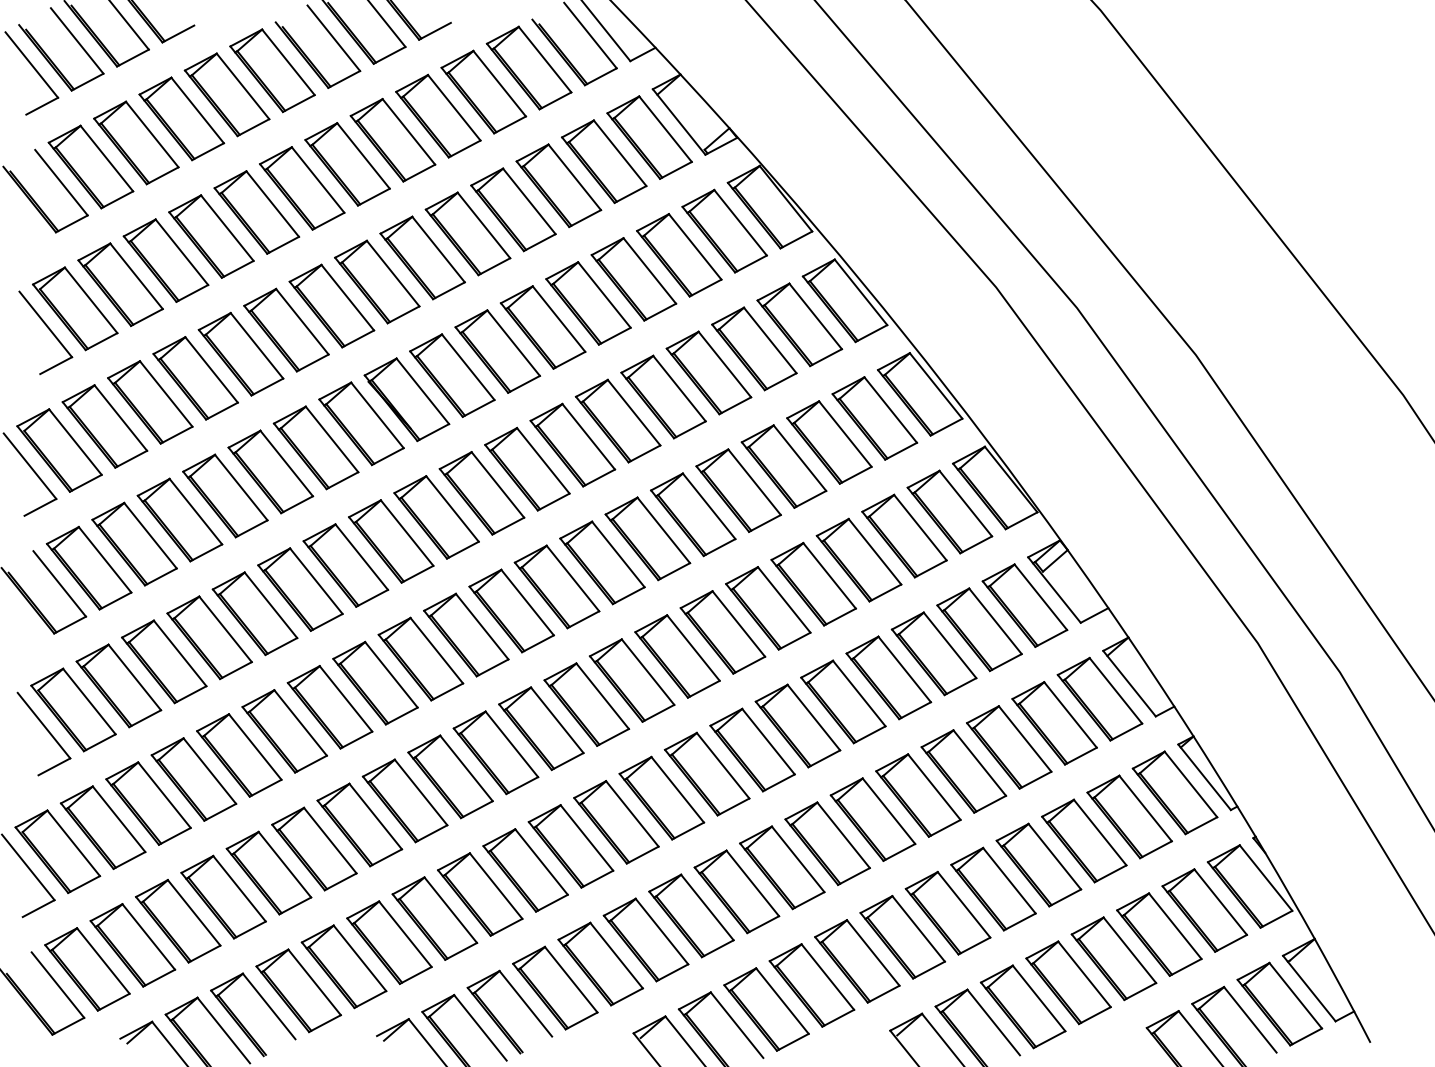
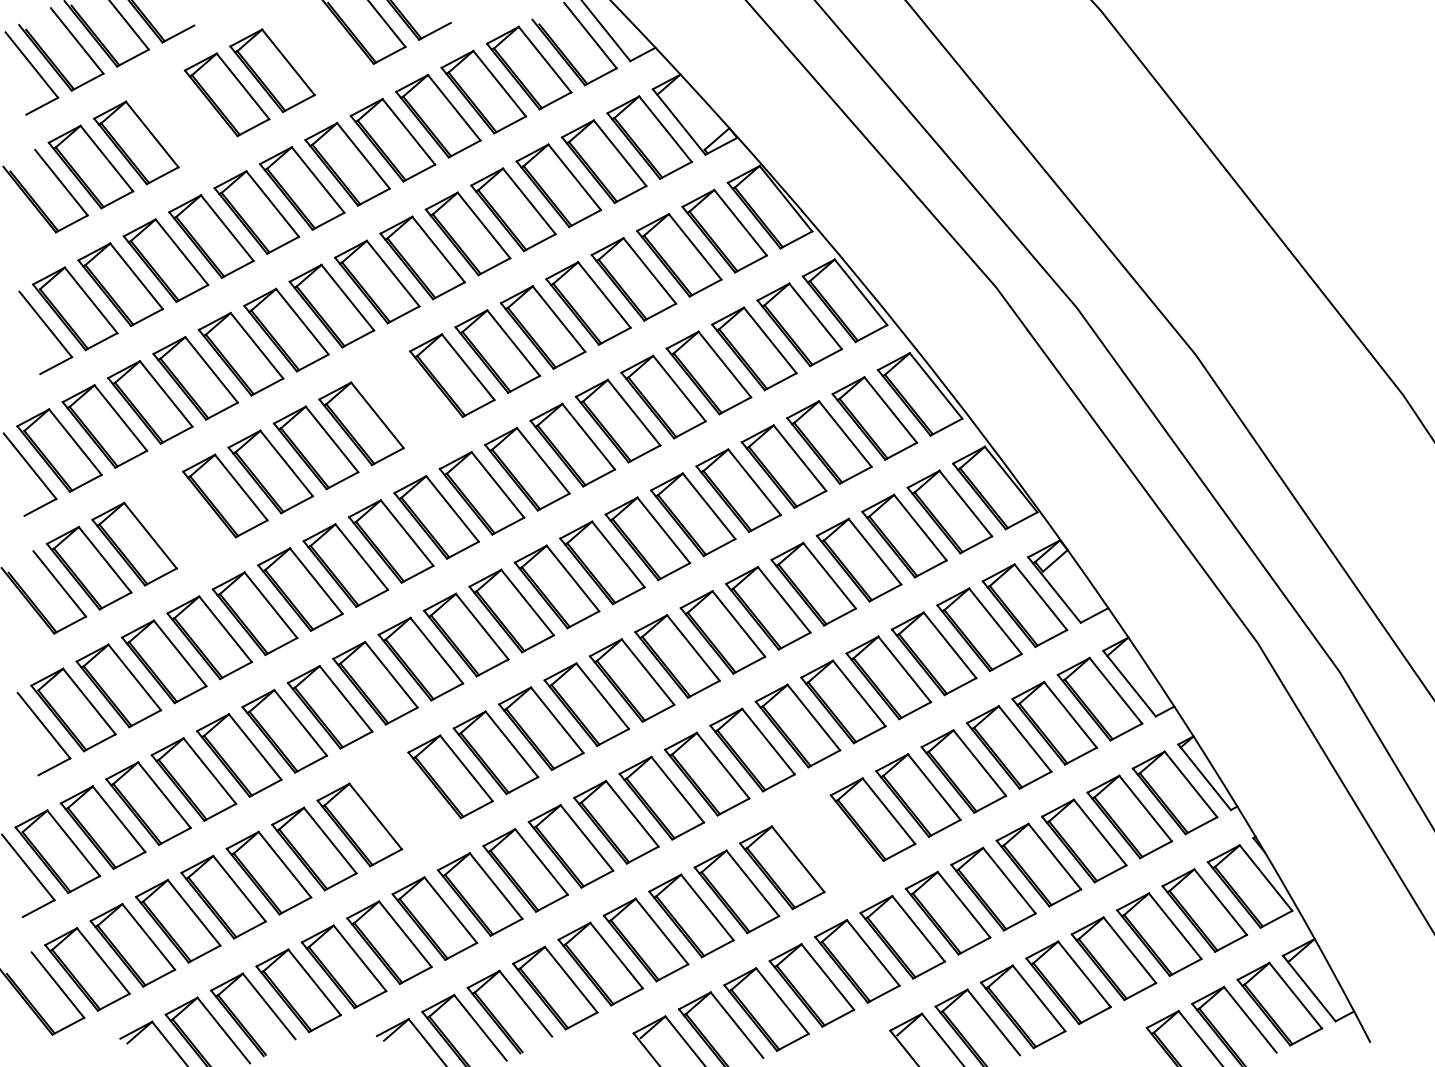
part at (305, 53): present -> none
part at (181, 118): present -> none
part at (406, 399): present -> none
part at (179, 519): present -> none
part at (404, 800): present -> none
part at (827, 843): present -> none
